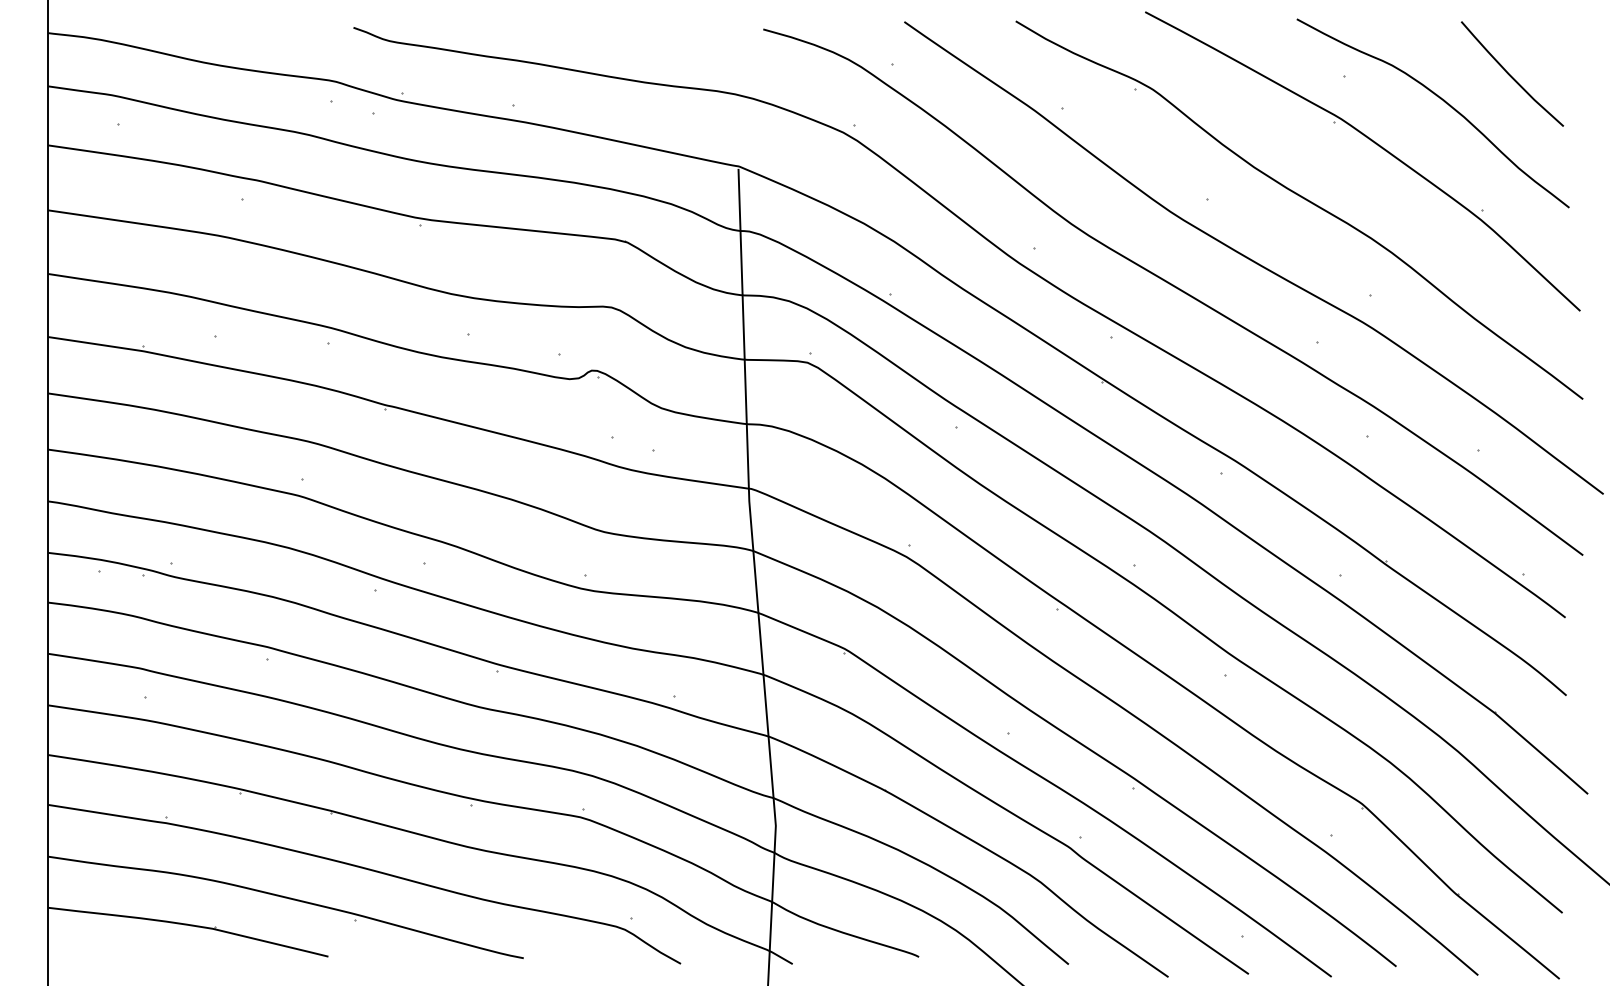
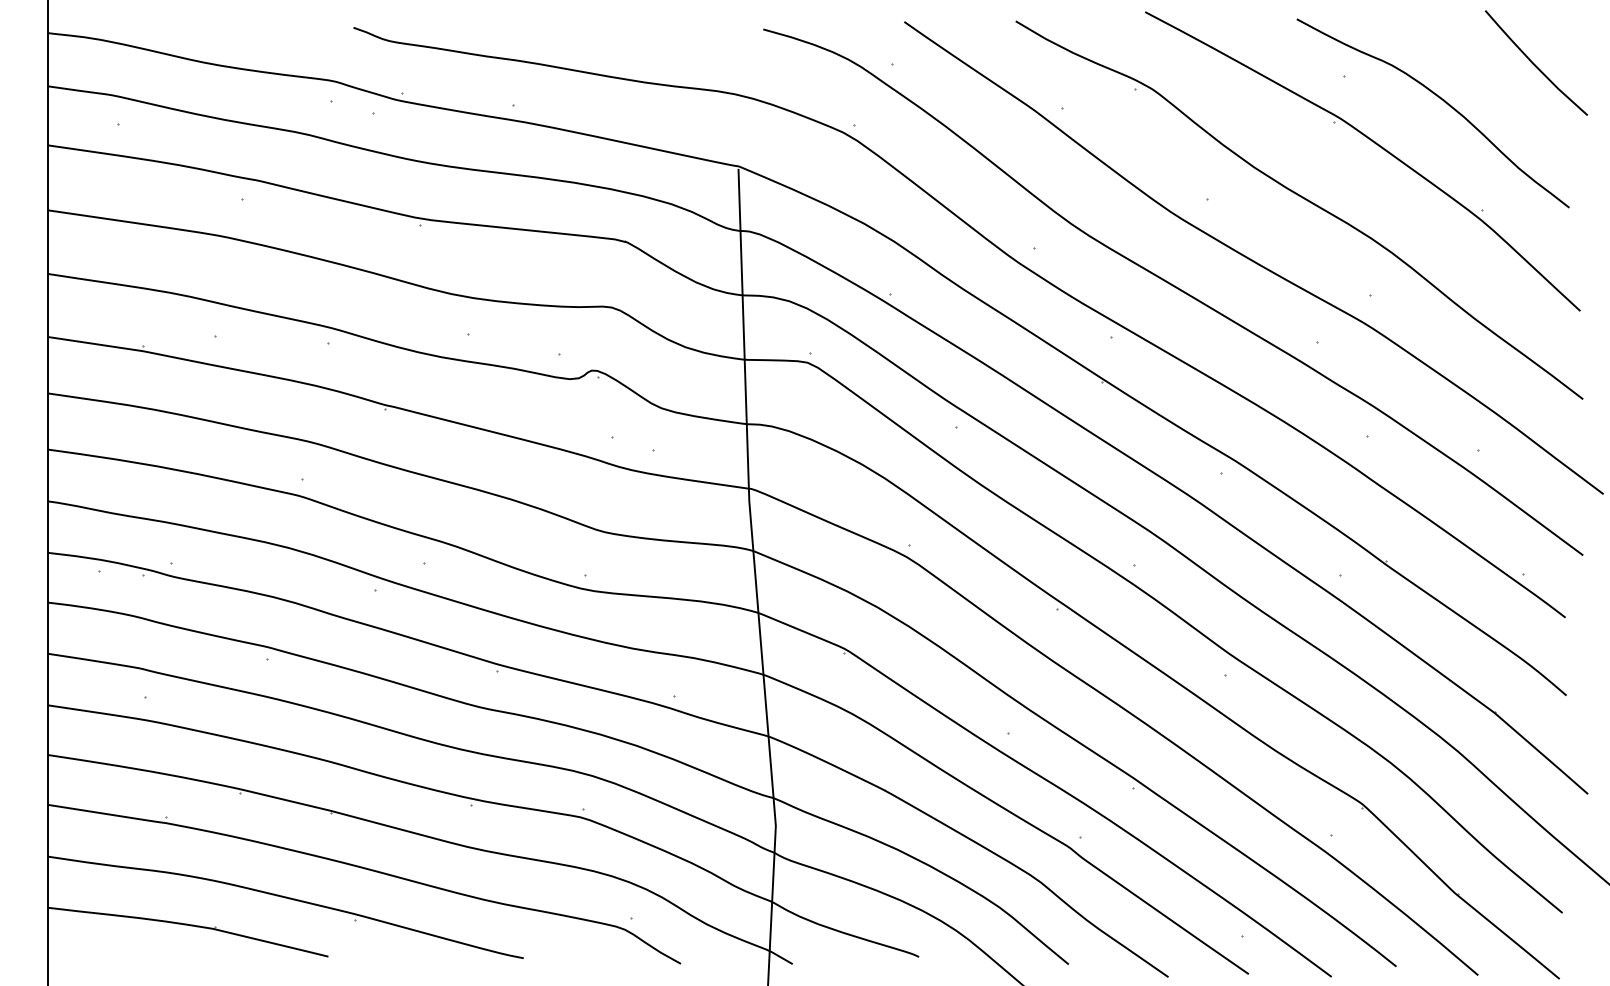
curve at (1510, 74) position: (1510, 74) -> (1534, 63)
